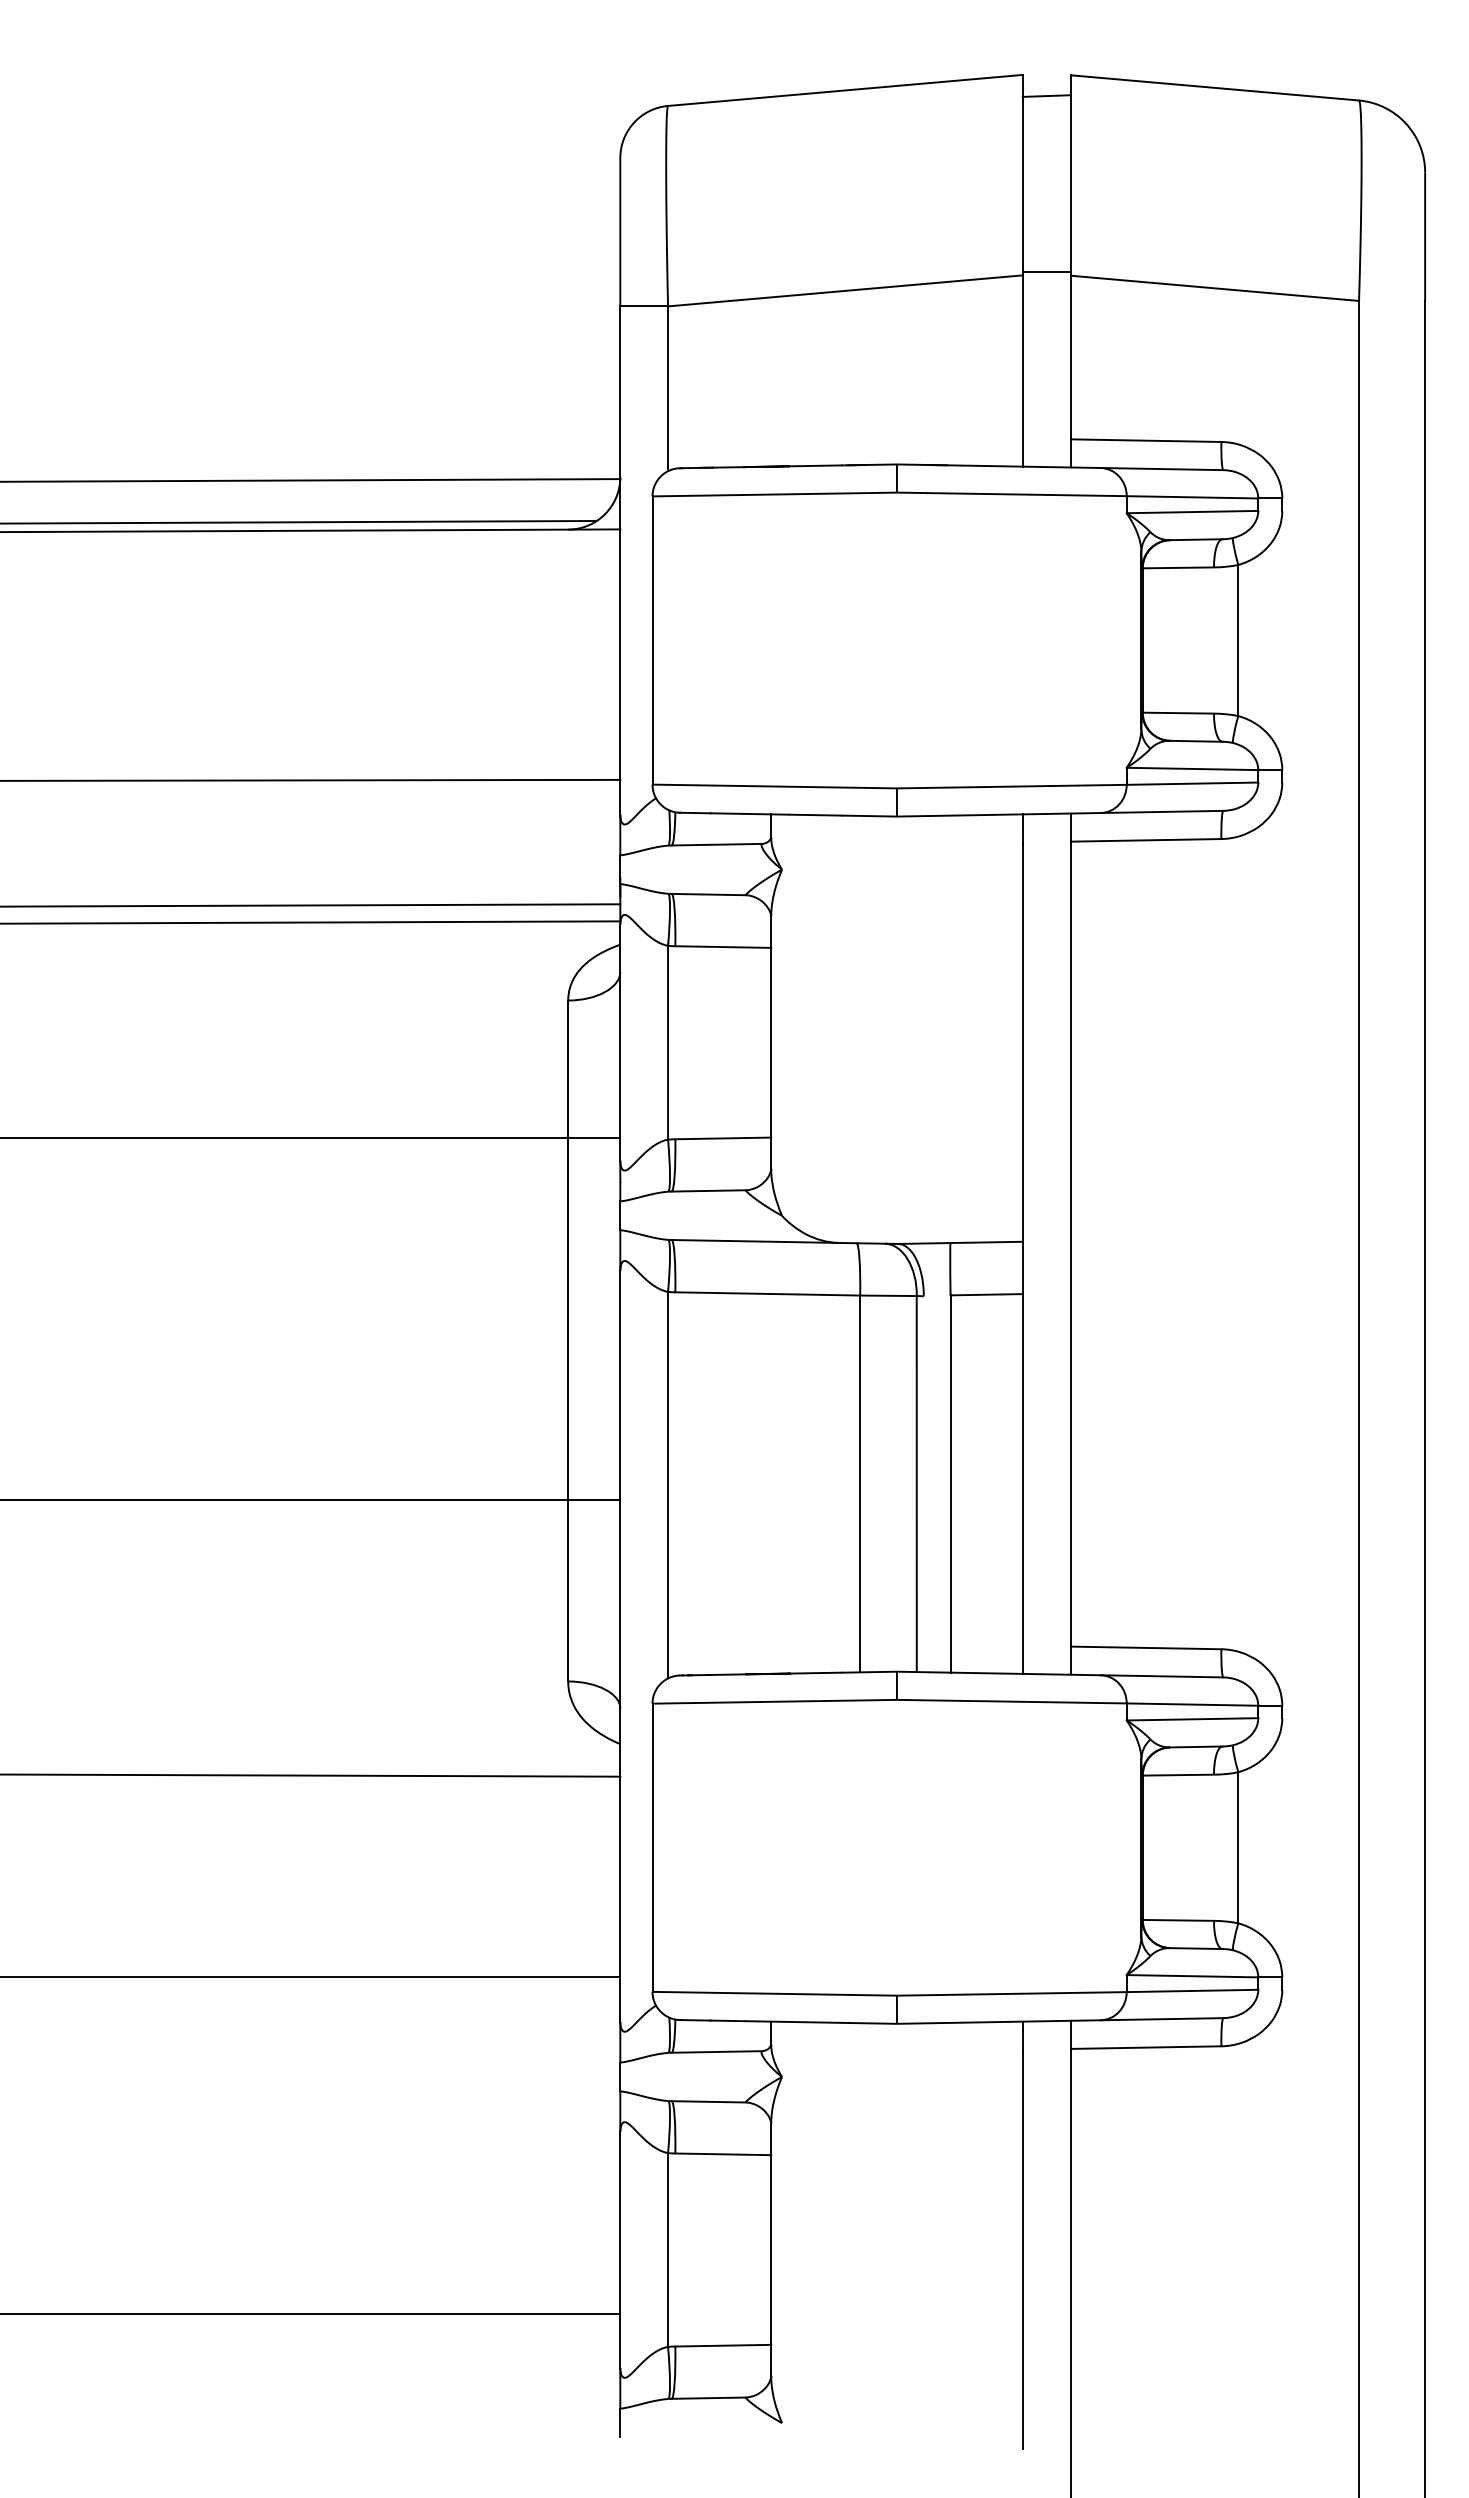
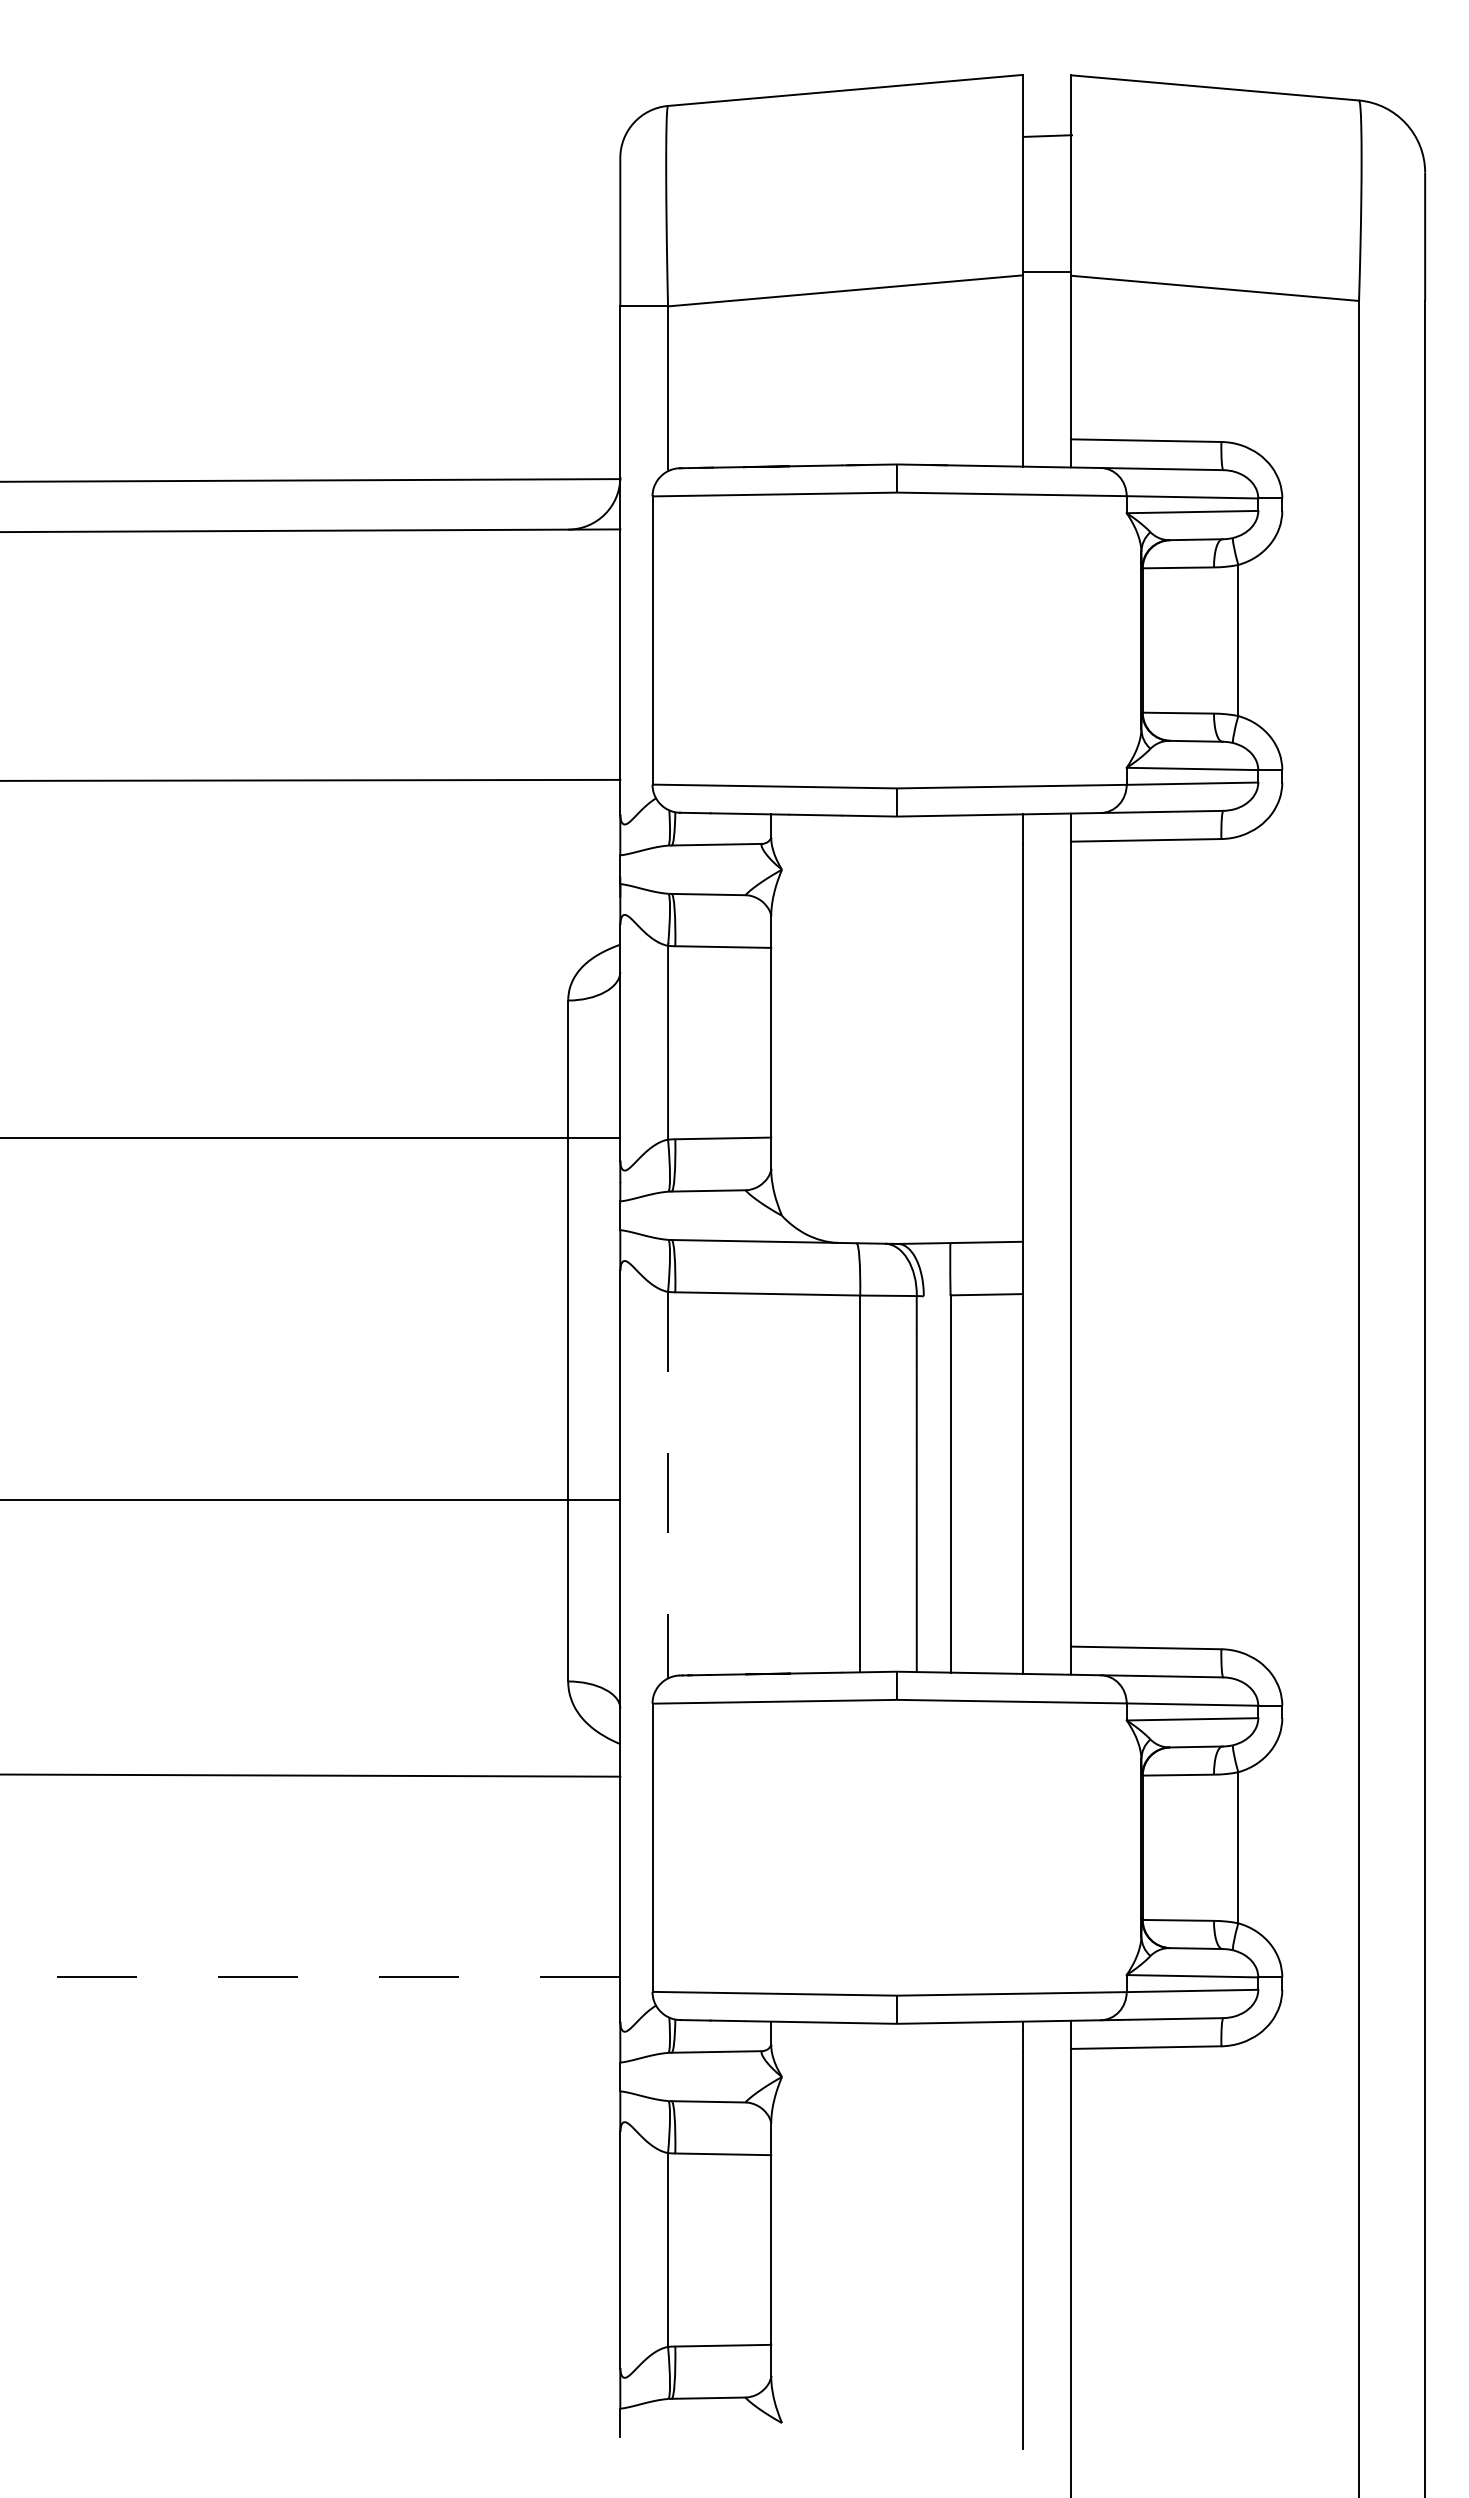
line at (1046, 95) position: (1046, 95) -> (1047, 135)
line at (299, 521): present -> none
line at (311, 905): present -> none
line at (311, 922): present -> none
line at (668, 1485): solid -> dashed
line at (310, 1976): solid -> dashed
line at (311, 2314): present -> none
